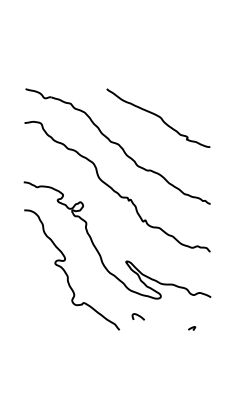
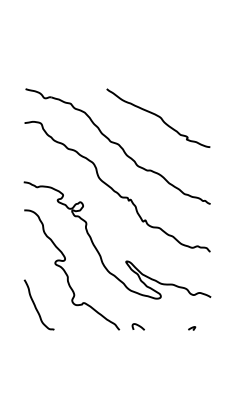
curve at (36, 306): none -> present
curve at (137, 315) position: (137, 315) -> (137, 325)
